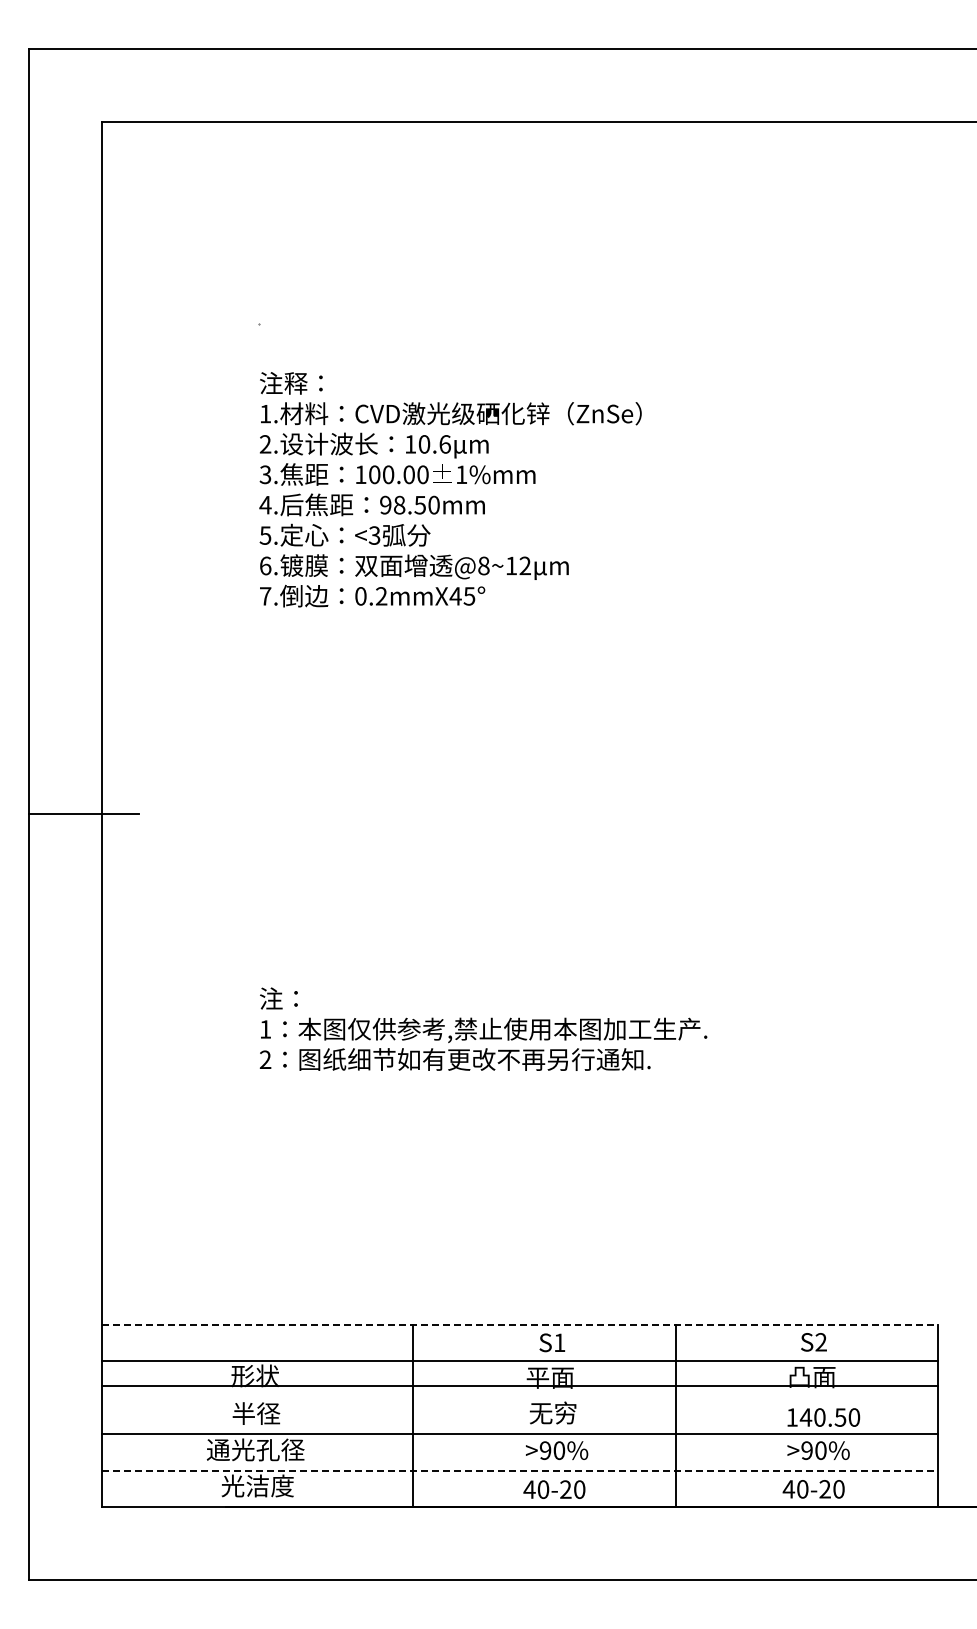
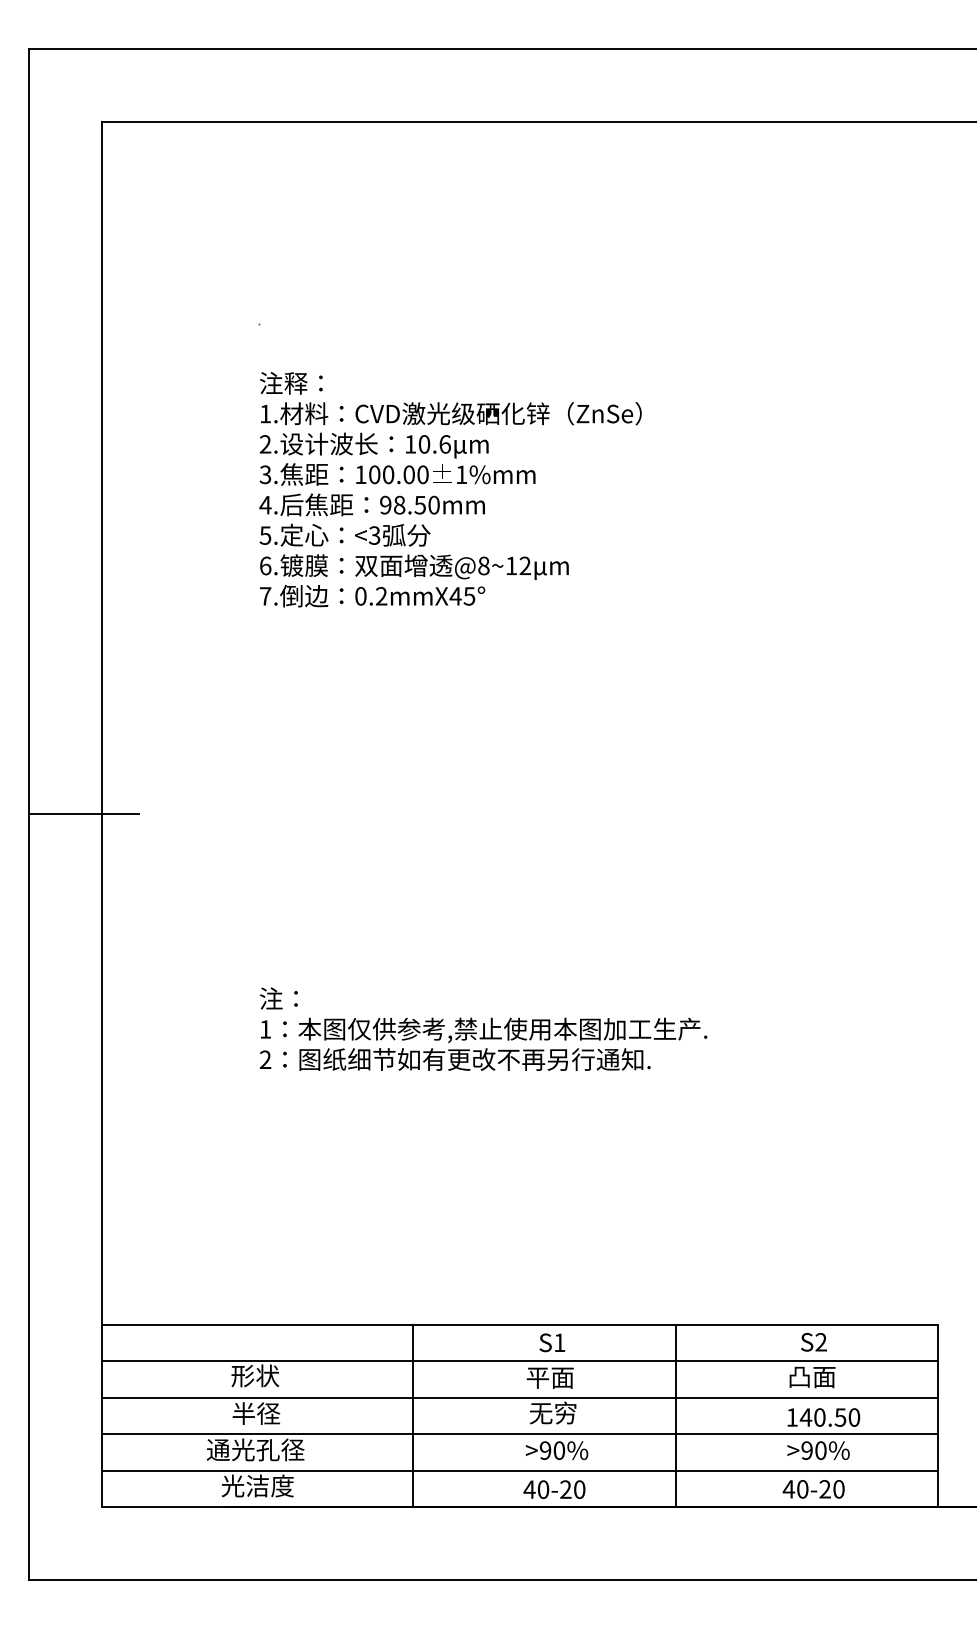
line at (520, 1324): dashed -> solid
line at (520, 1385) position: (520, 1385) -> (520, 1397)
line at (520, 1470): dashed -> solid
